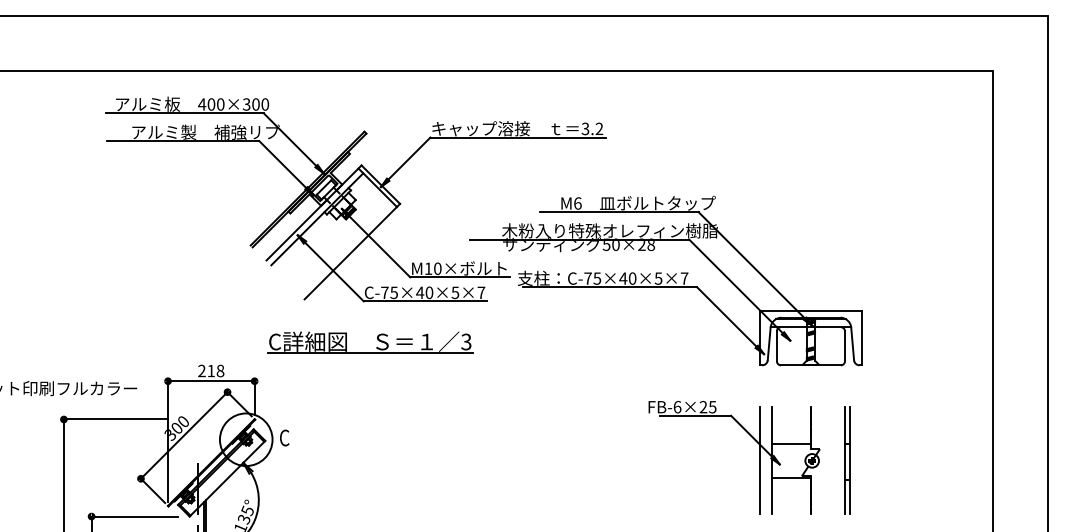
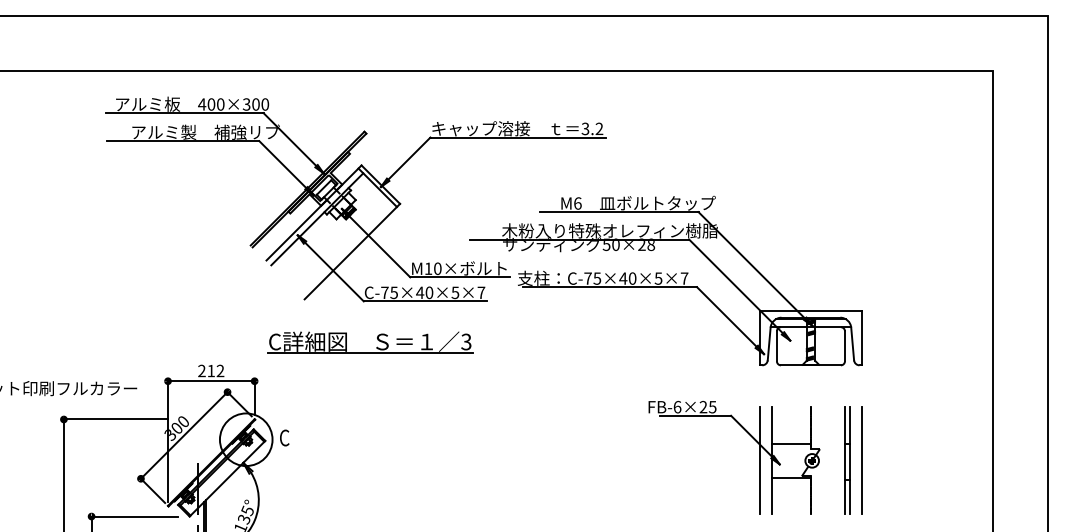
text at (220, 370): 218 -> 212
line at (861, 460): none -> present
